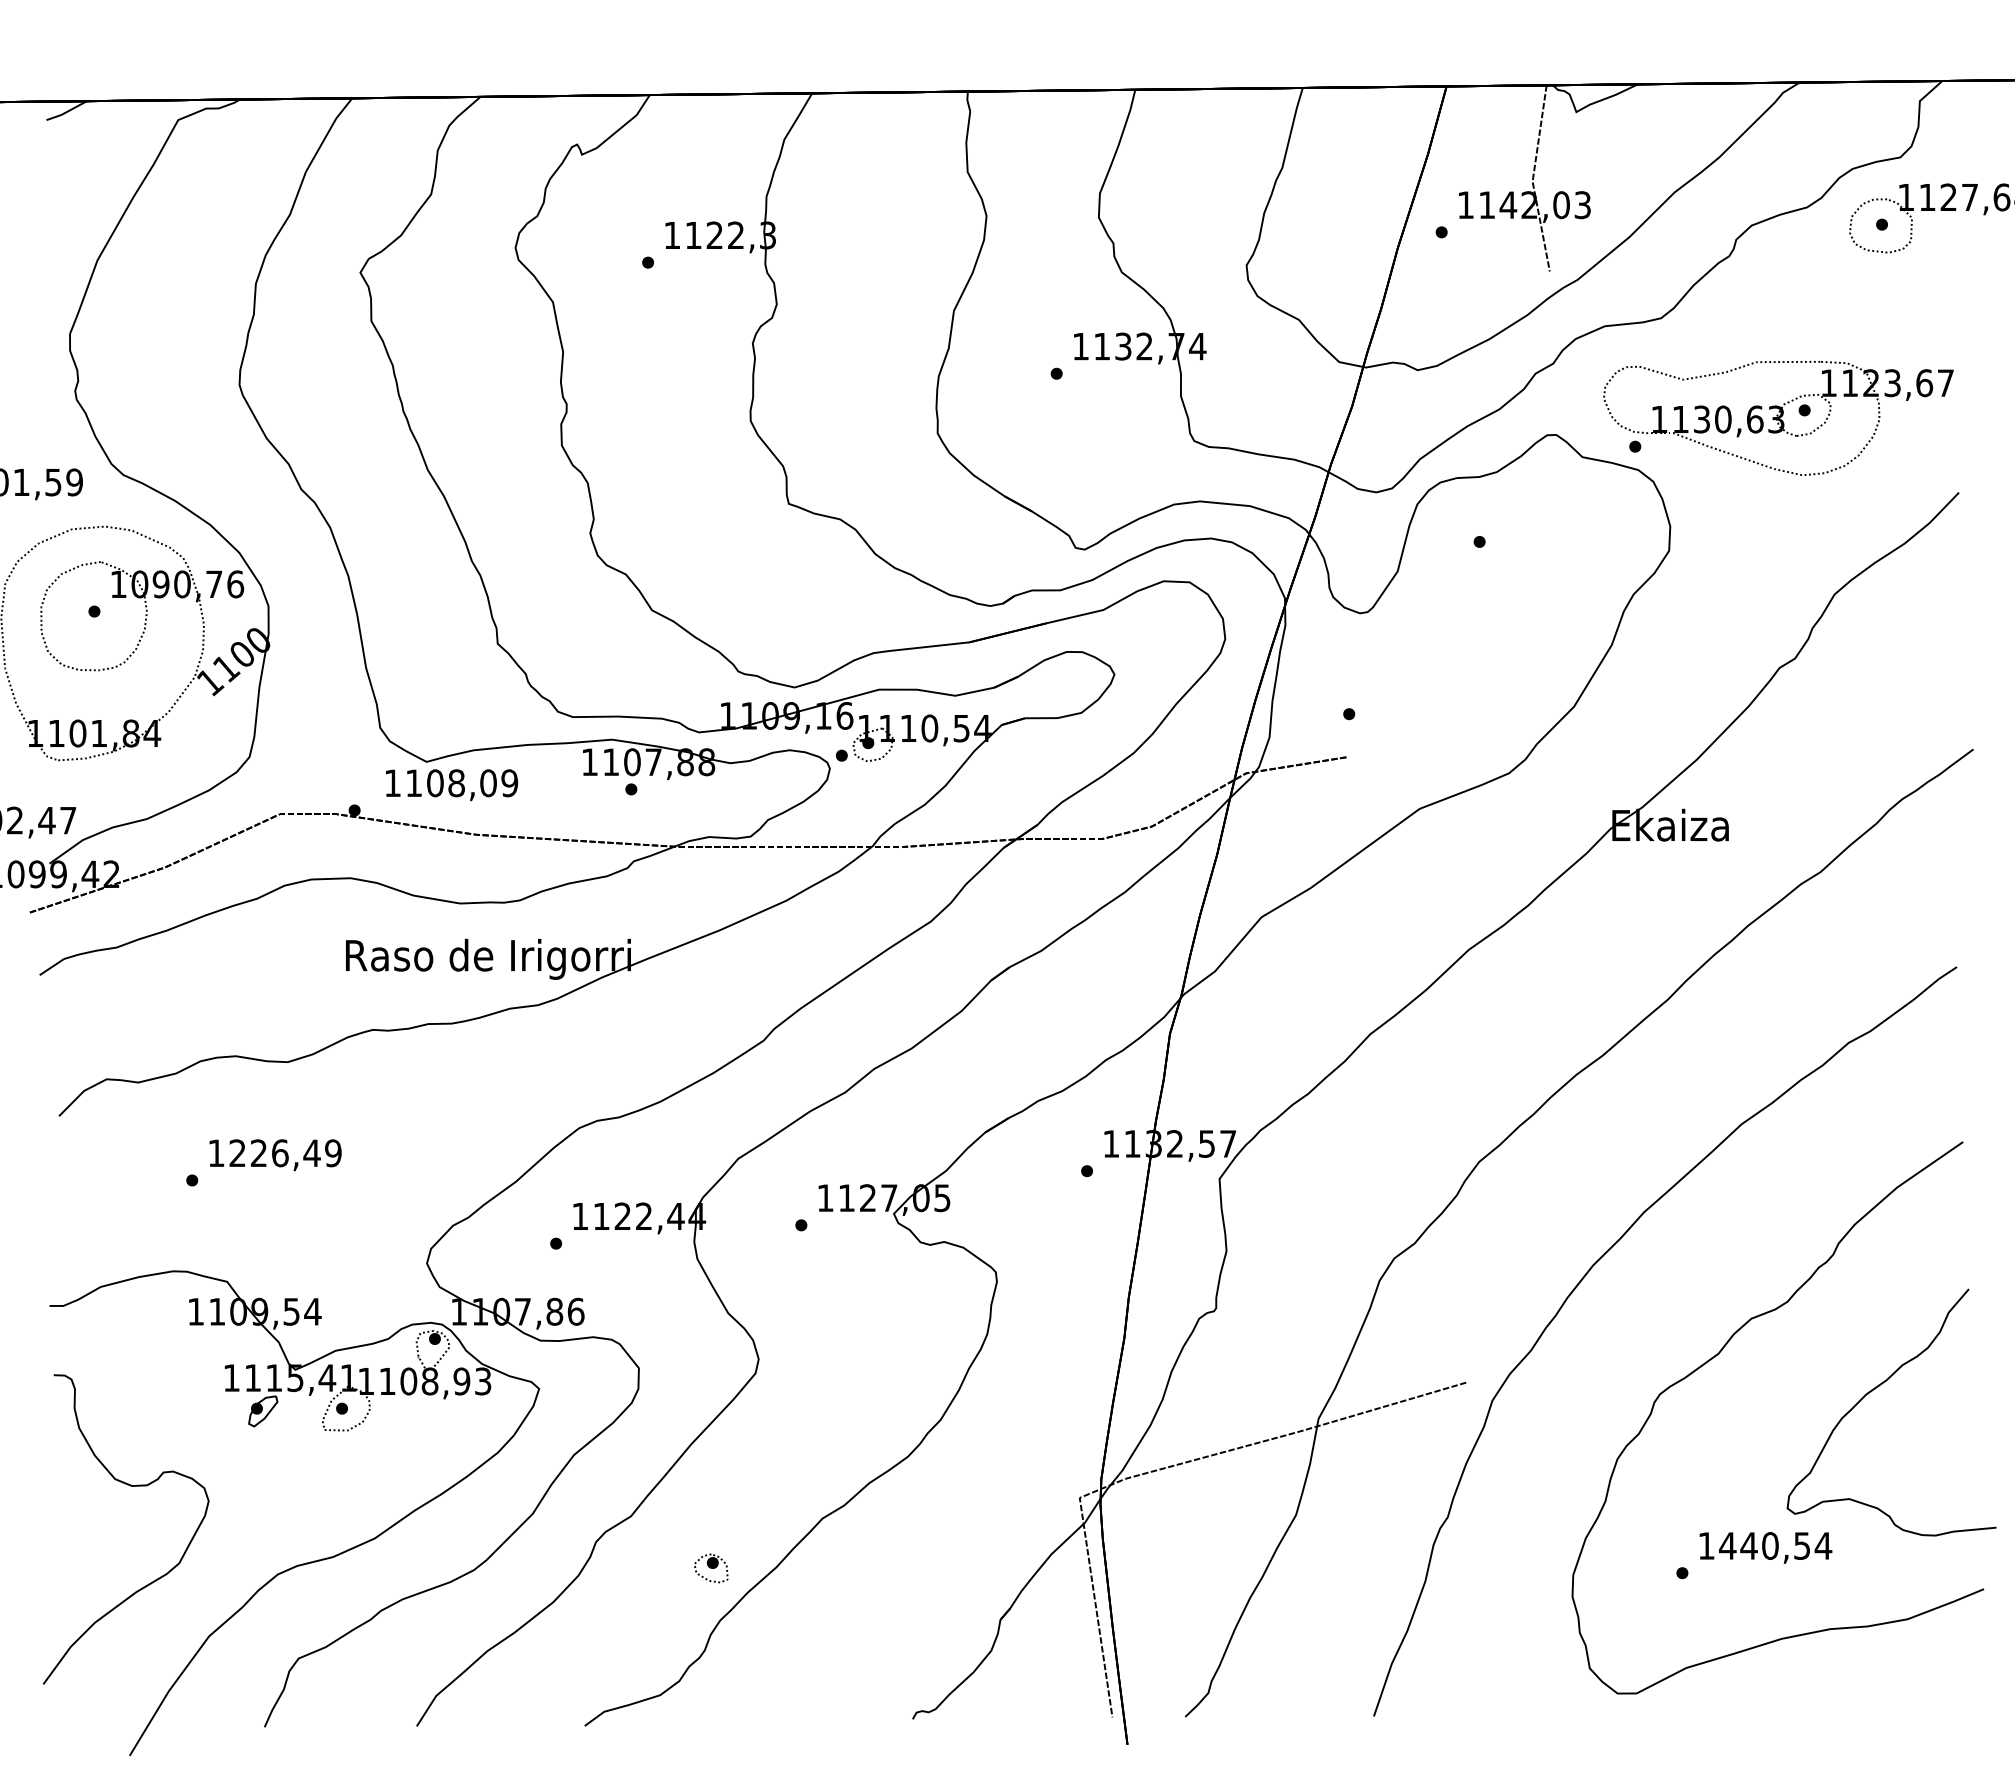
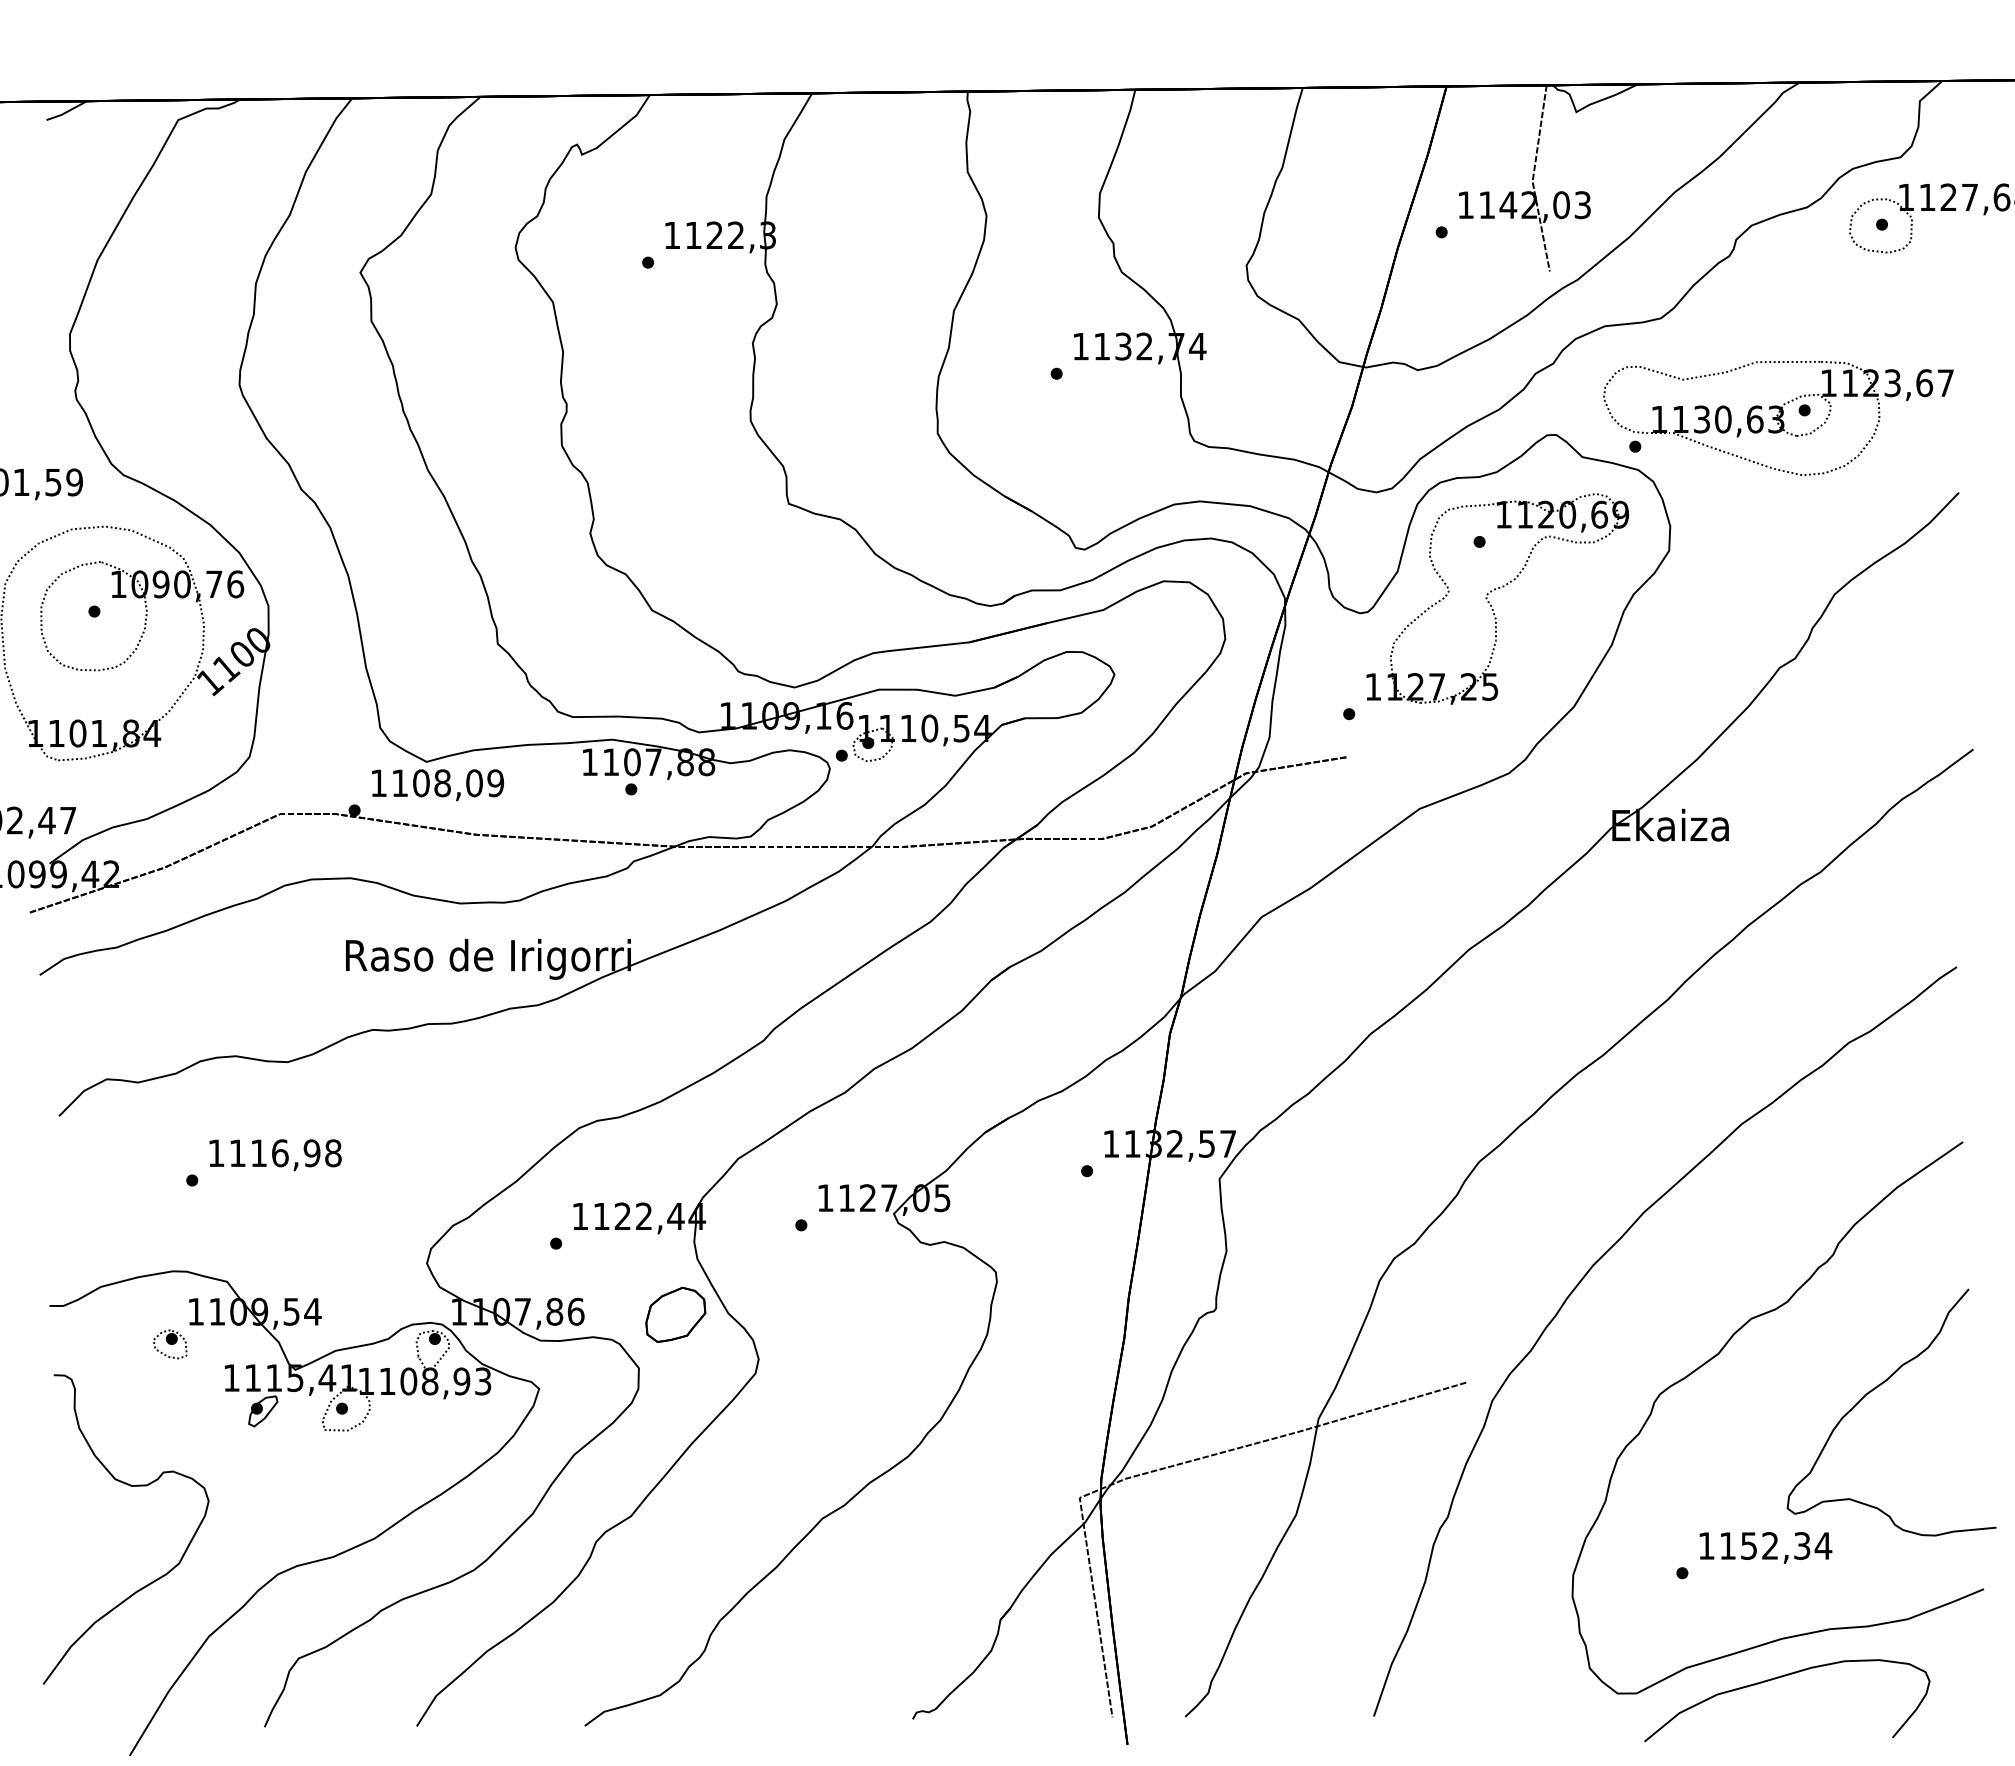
part at (1495, 590): none -> present
text at (452, 785) position: (452, 785) -> (438, 785)
text at (285, 1153): 1226,49 -> 1116,98
part at (675, 1314): none -> present
text at (1764, 1545): 1440,54 -> 1152,34
part at (711, 1568) position: (711, 1568) -> (170, 1344)
curve at (1779, 1678): none -> present
